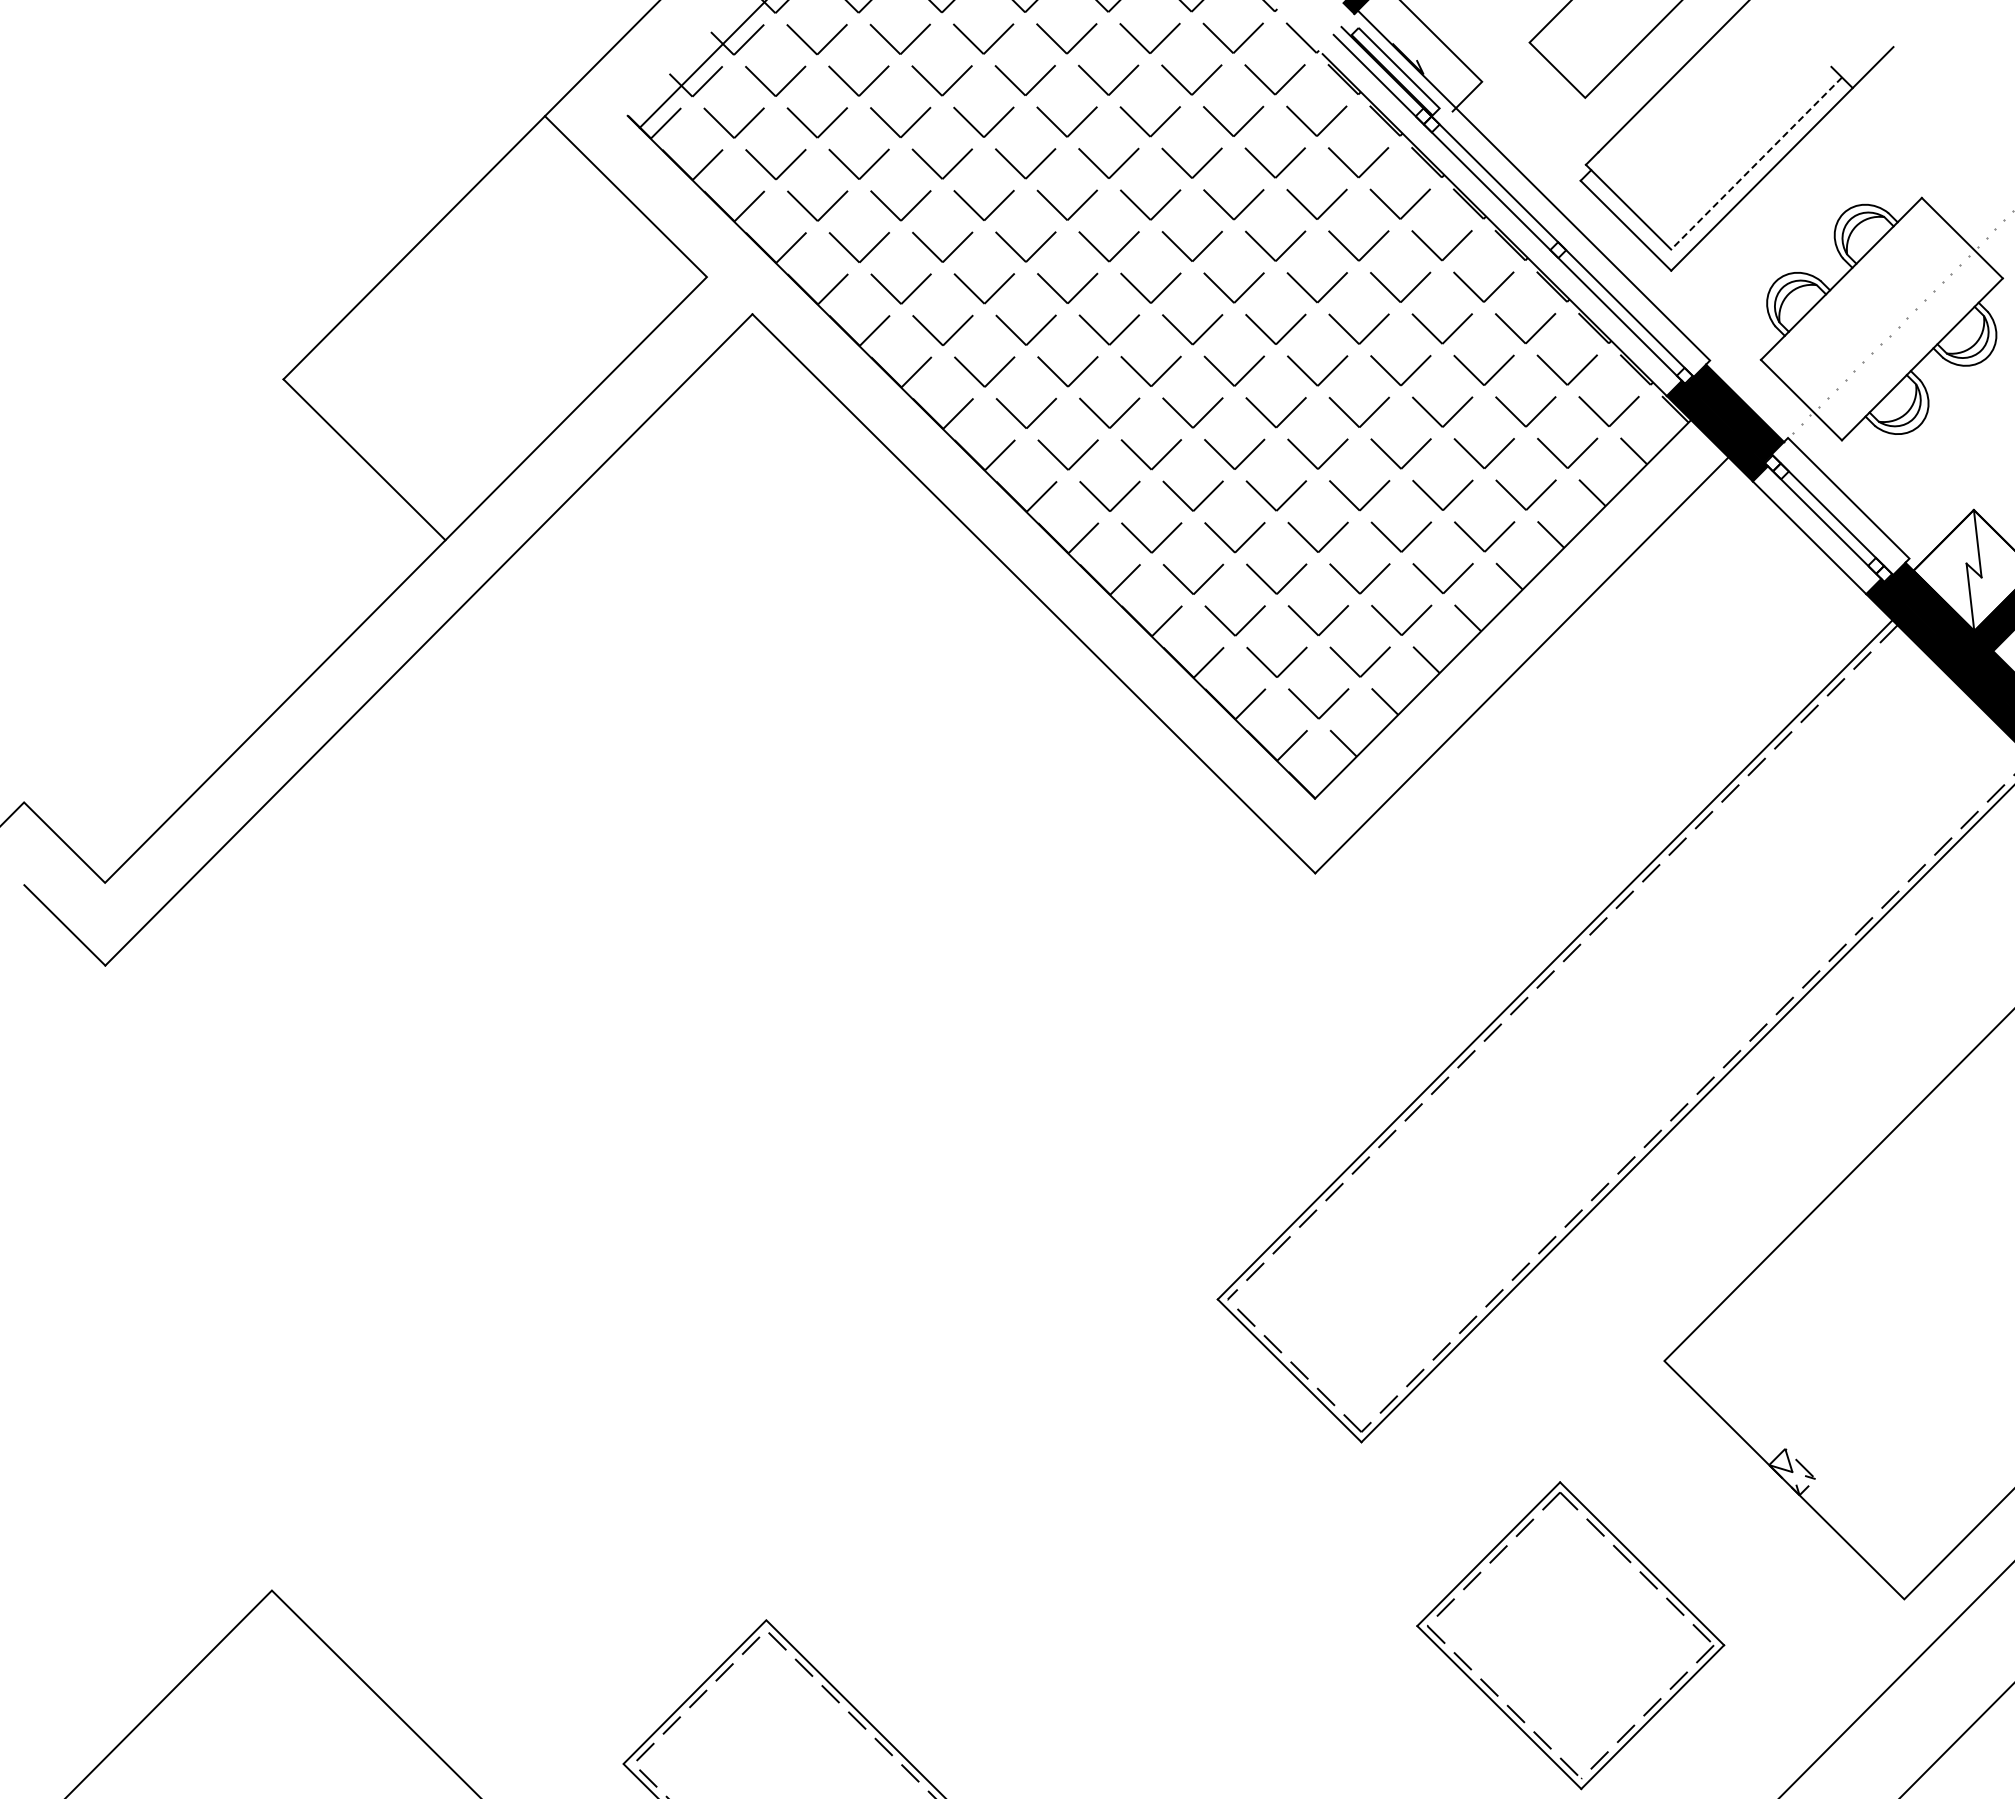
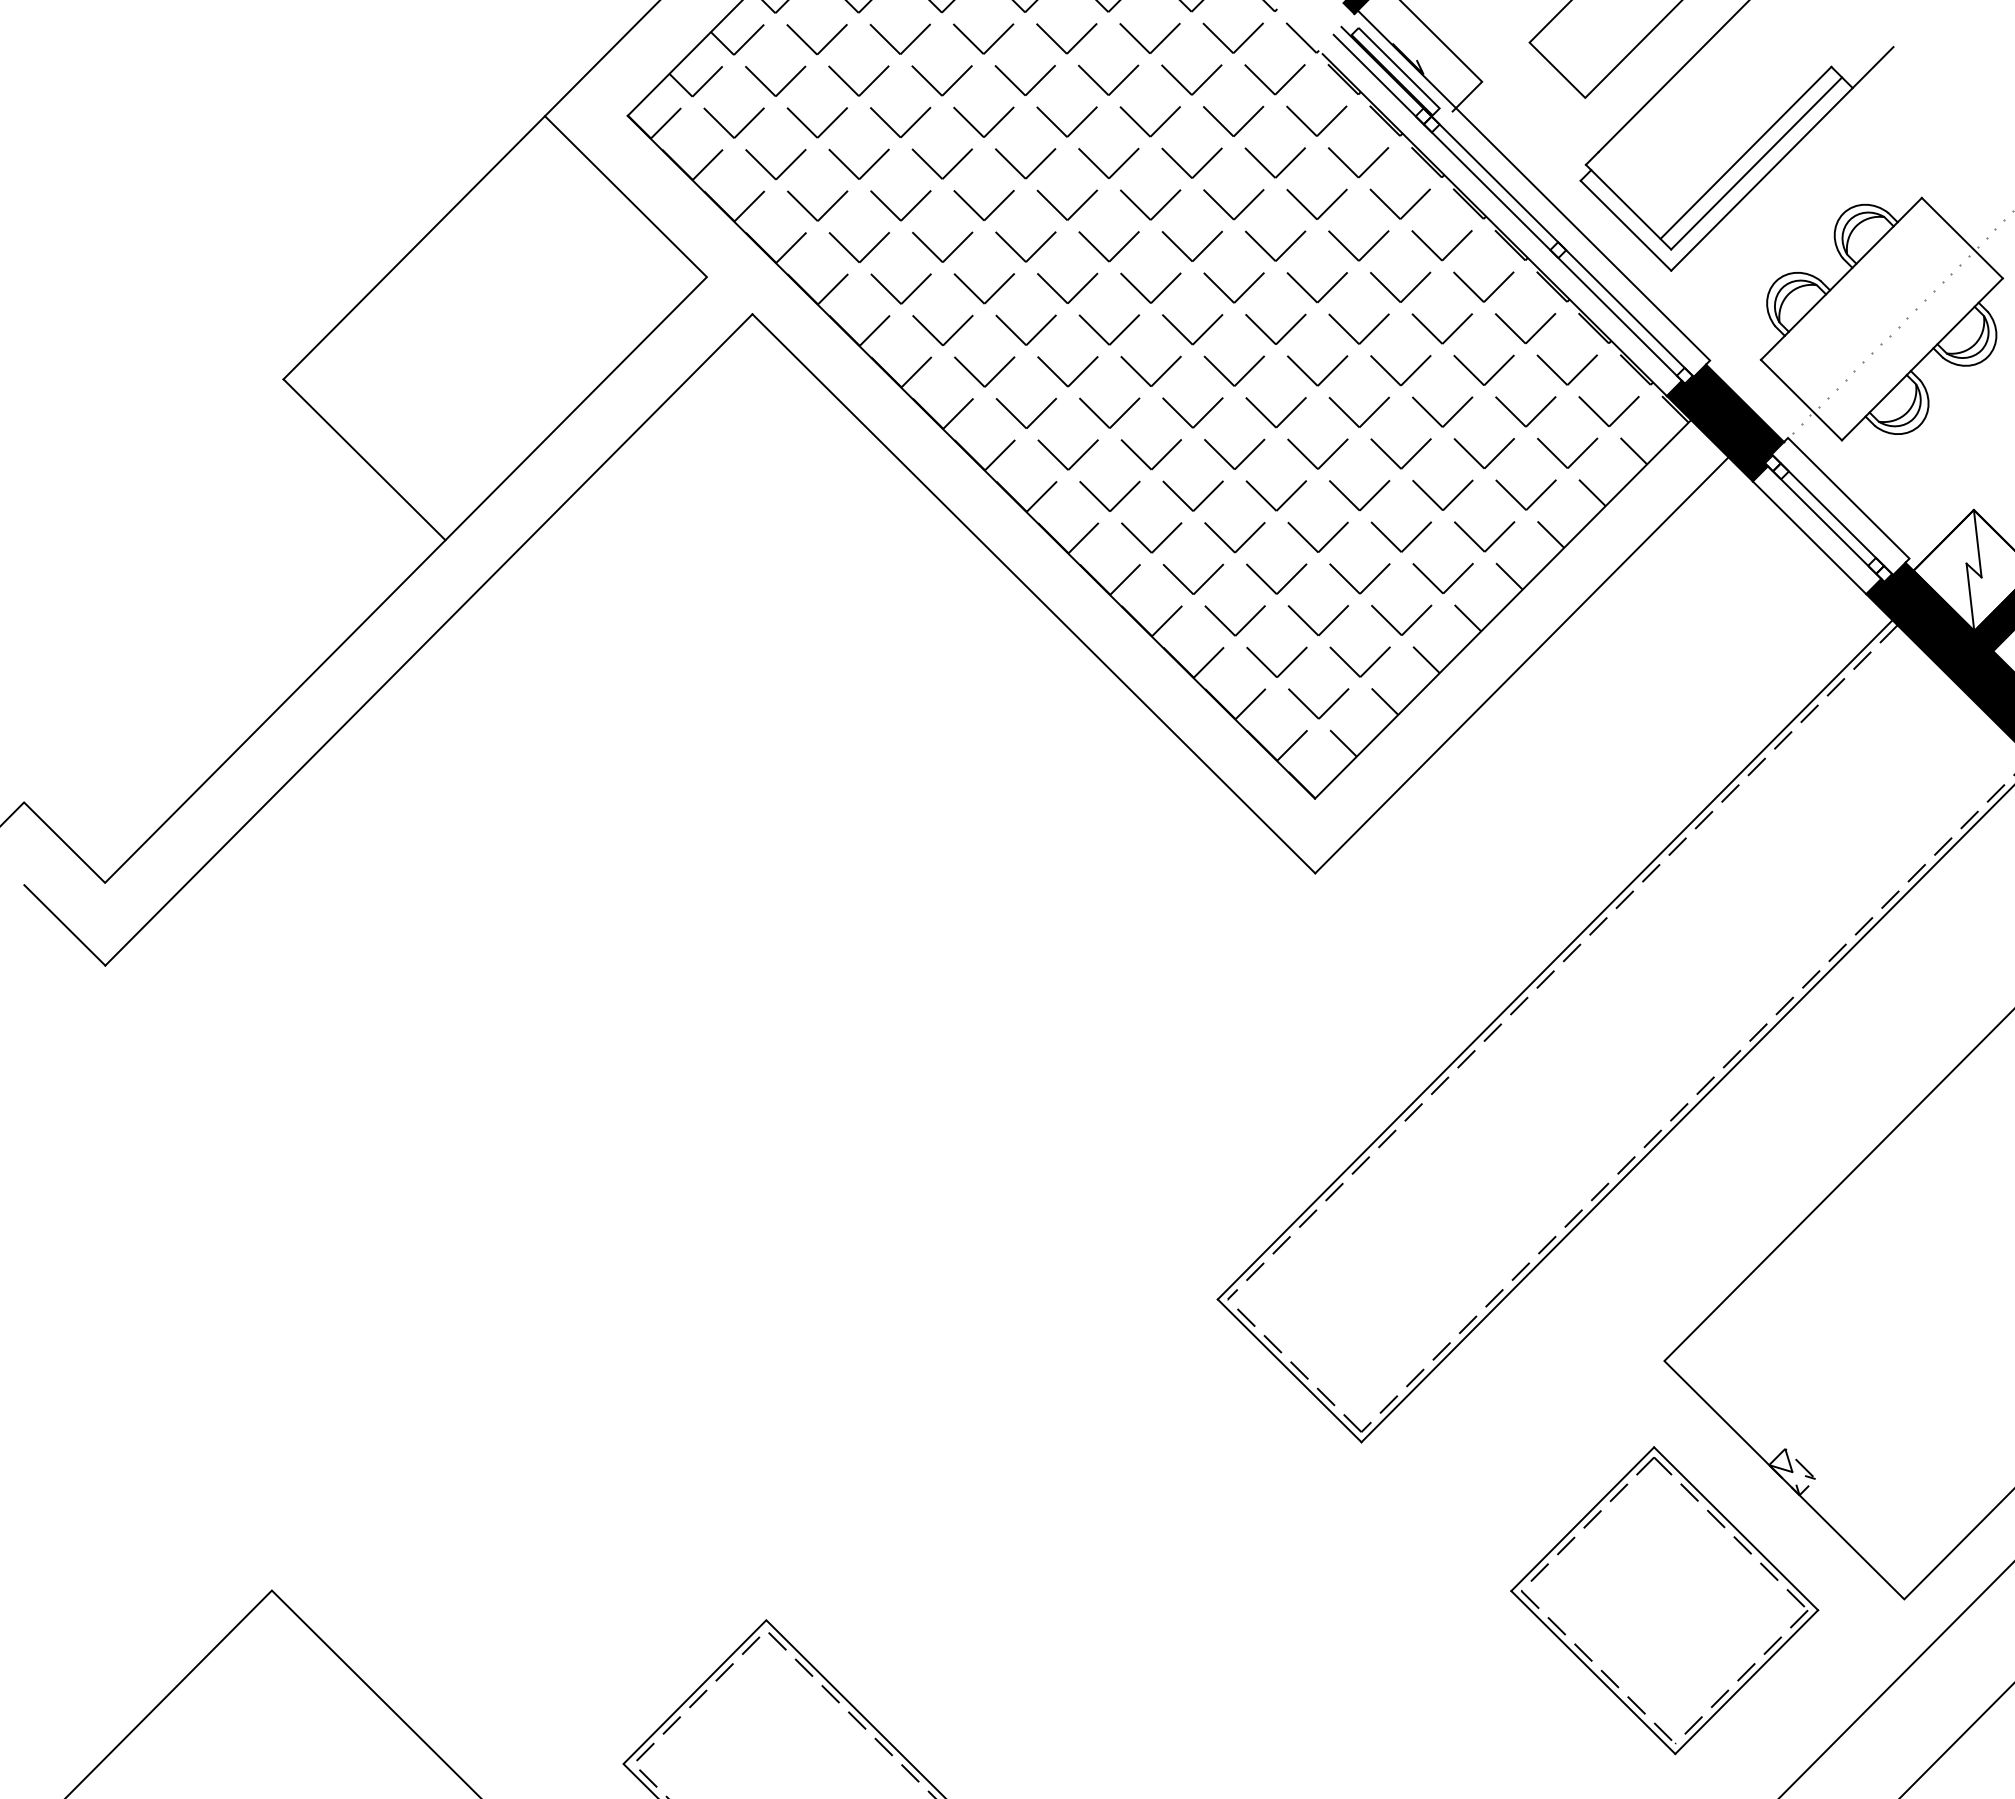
line at (701, 64) position: (701, 64) -> (683, 58)
line at (1745, 152): none -> present
line at (1756, 163): dashed -> solid
part at (1570, 1635) position: (1570, 1635) -> (1664, 1600)
